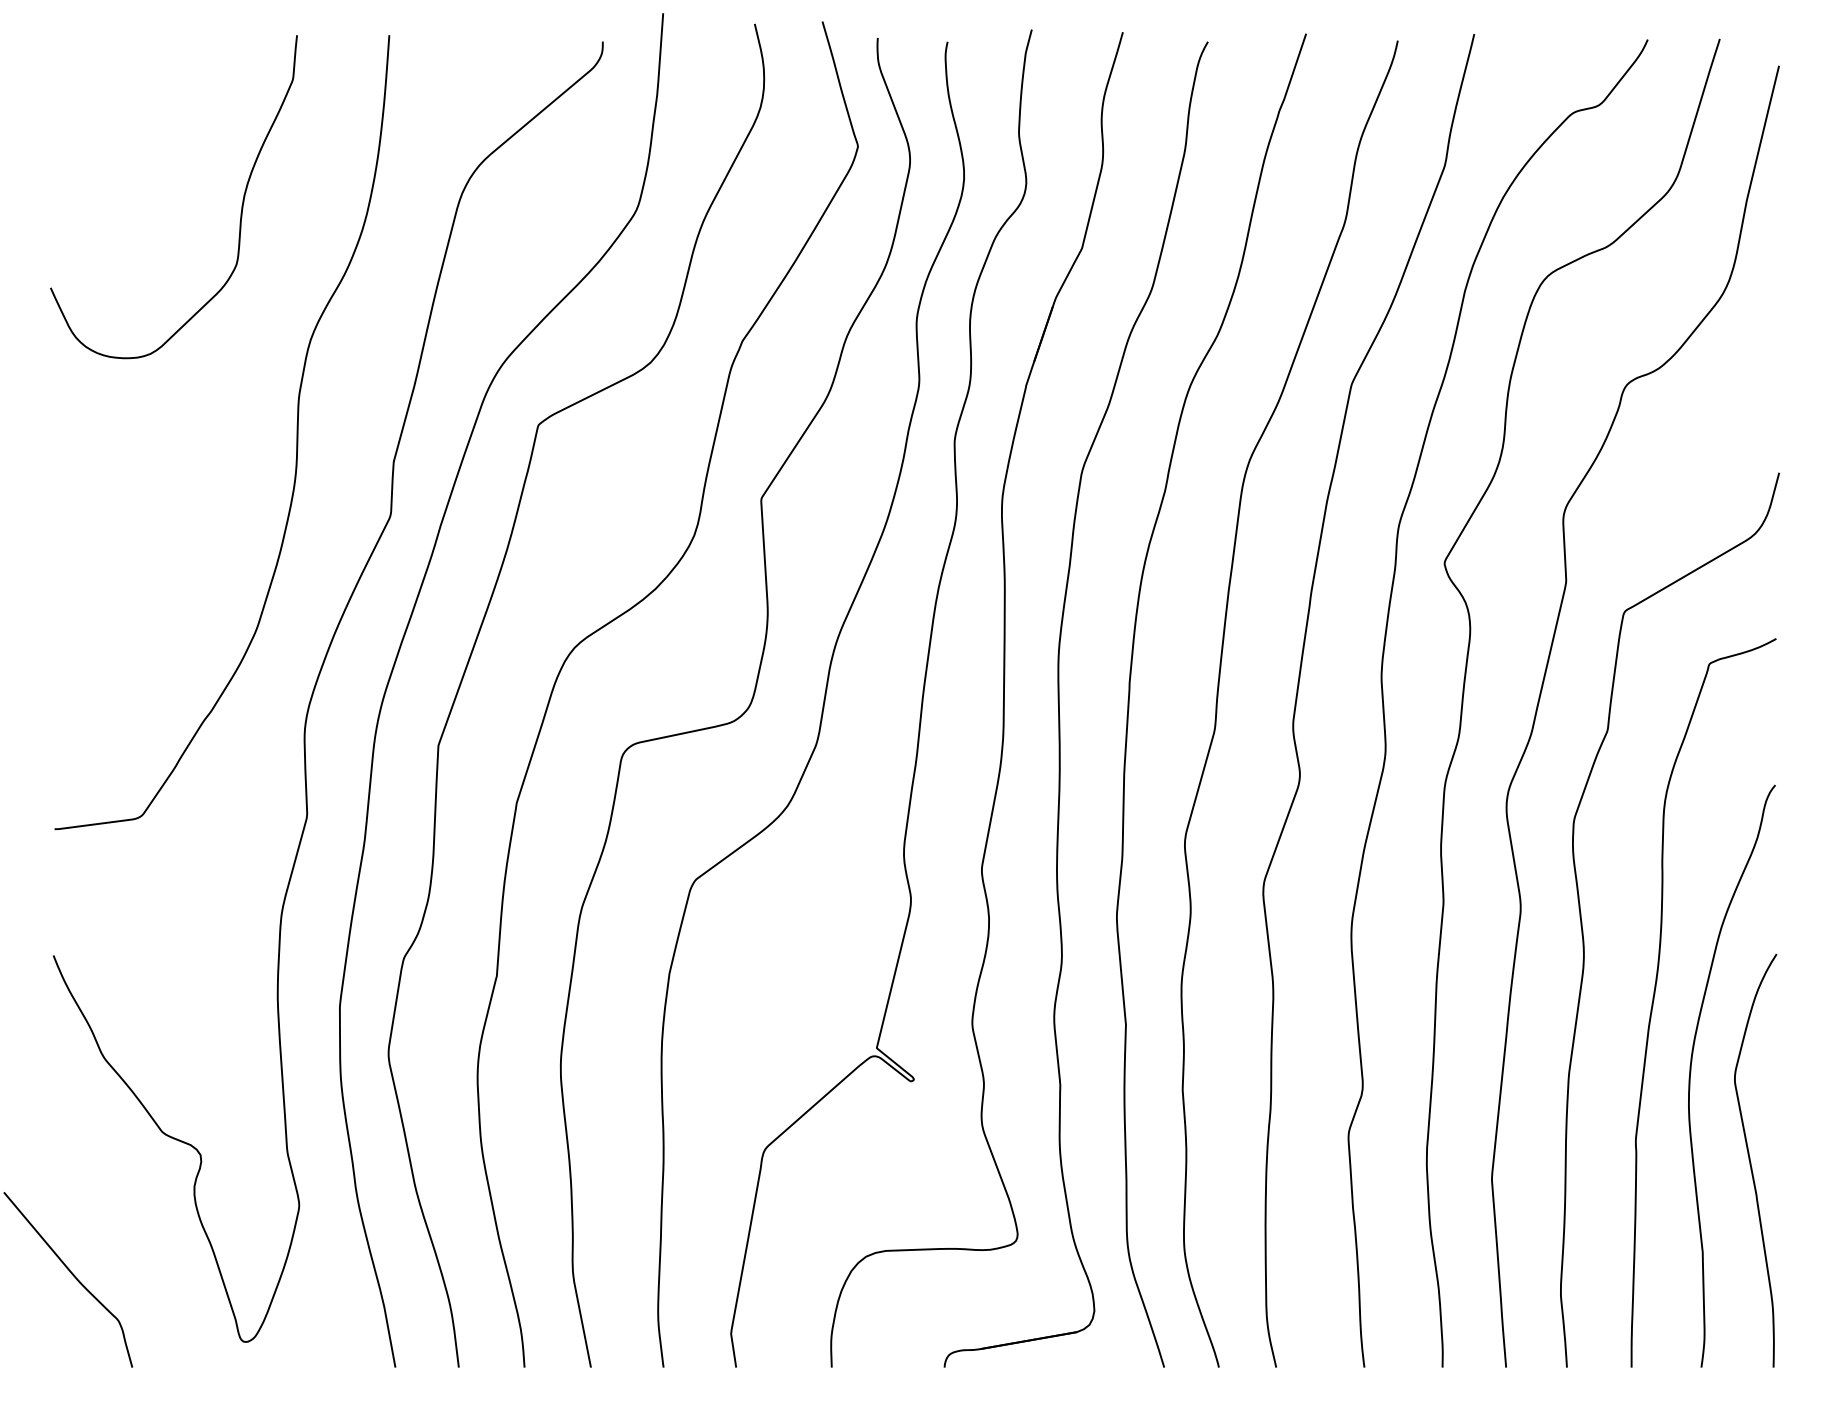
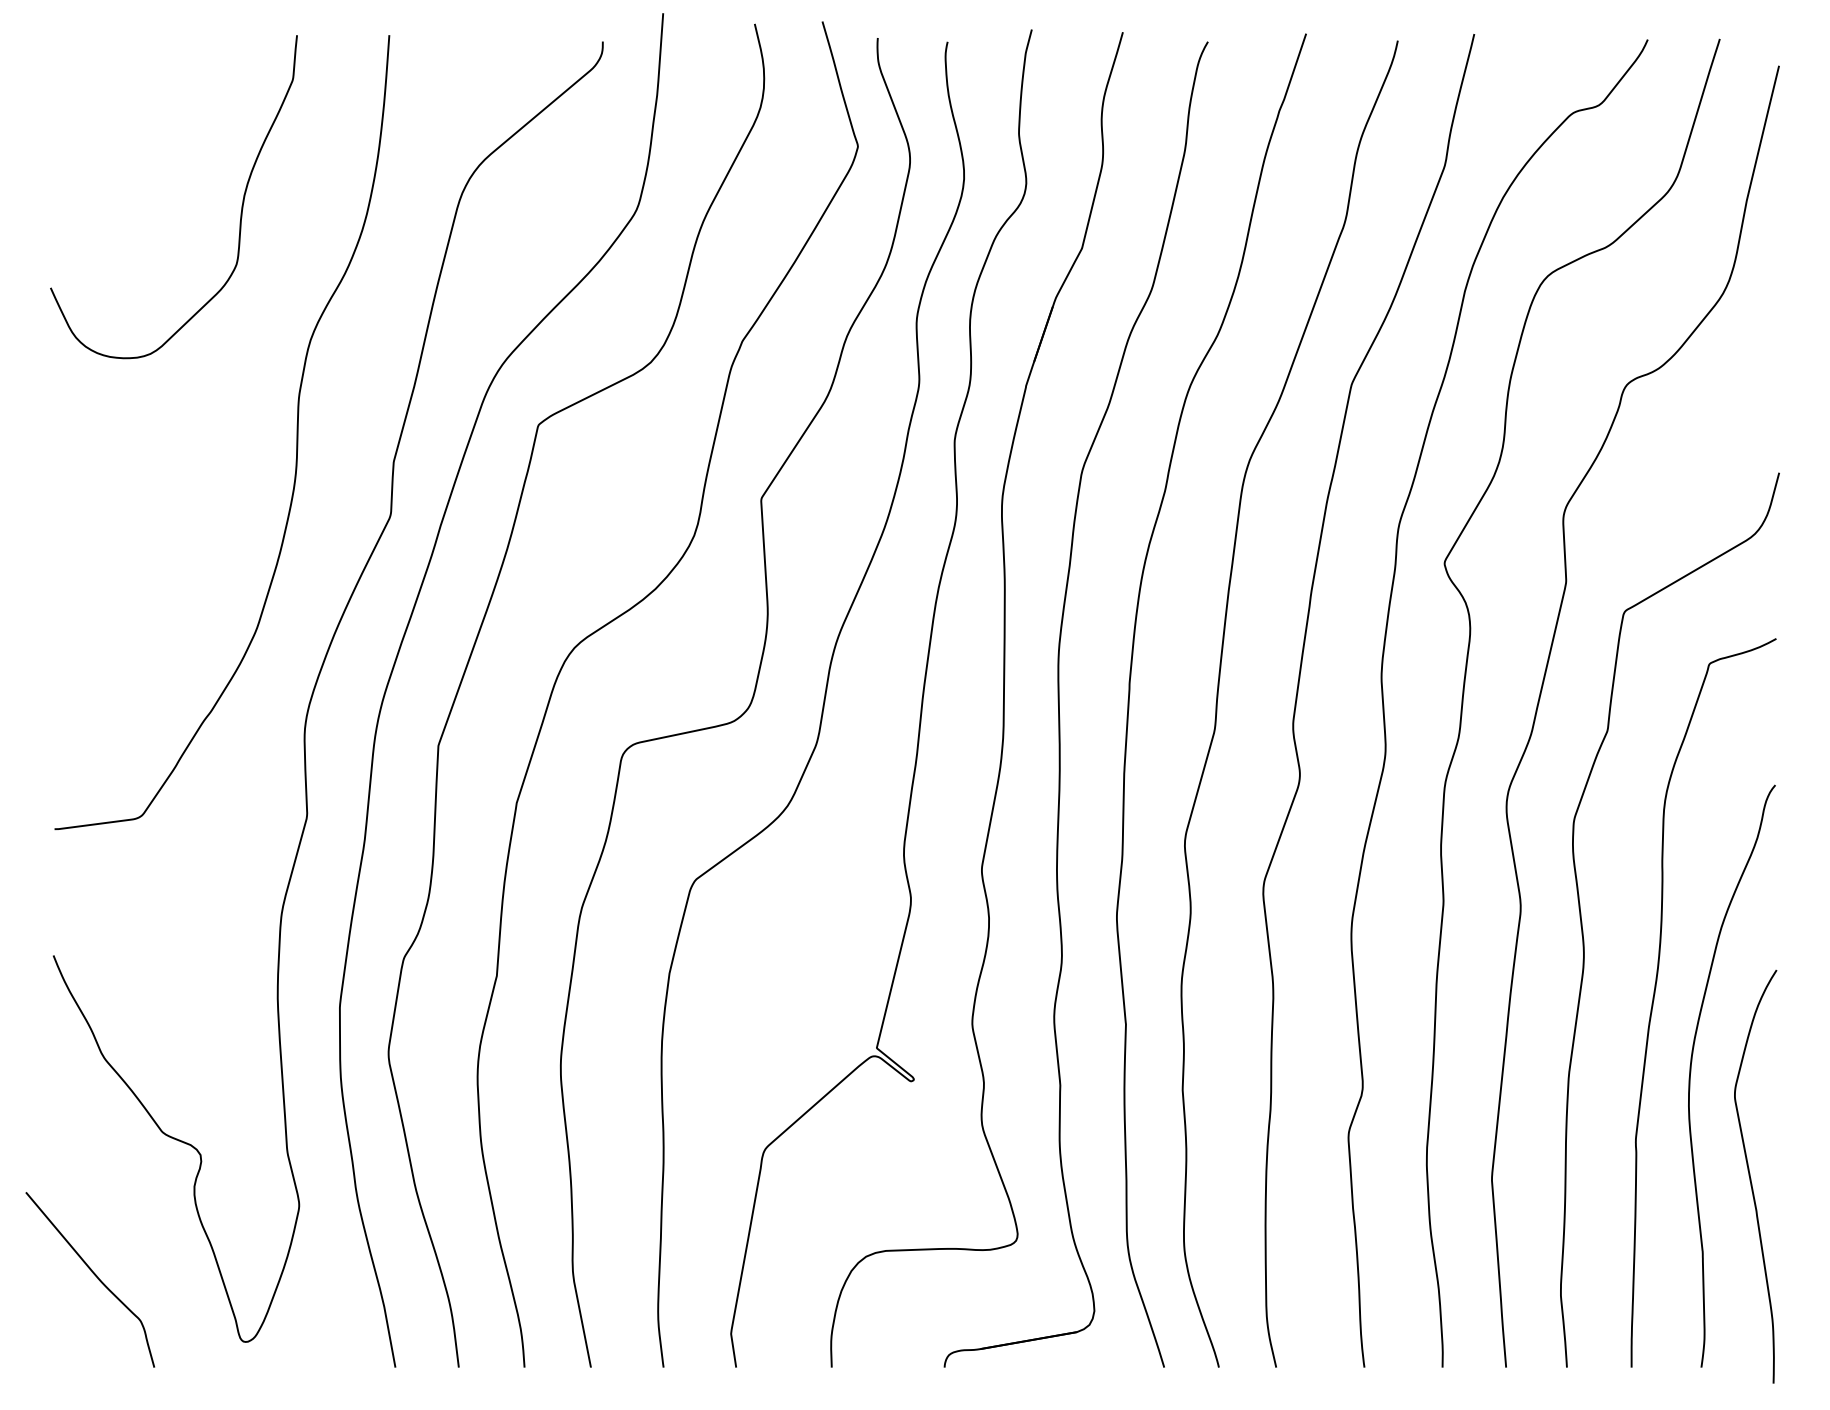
curve at (1751, 1162) position: (1751, 1162) -> (1751, 1178)
curve at (72, 1275) position: (72, 1275) -> (94, 1275)
